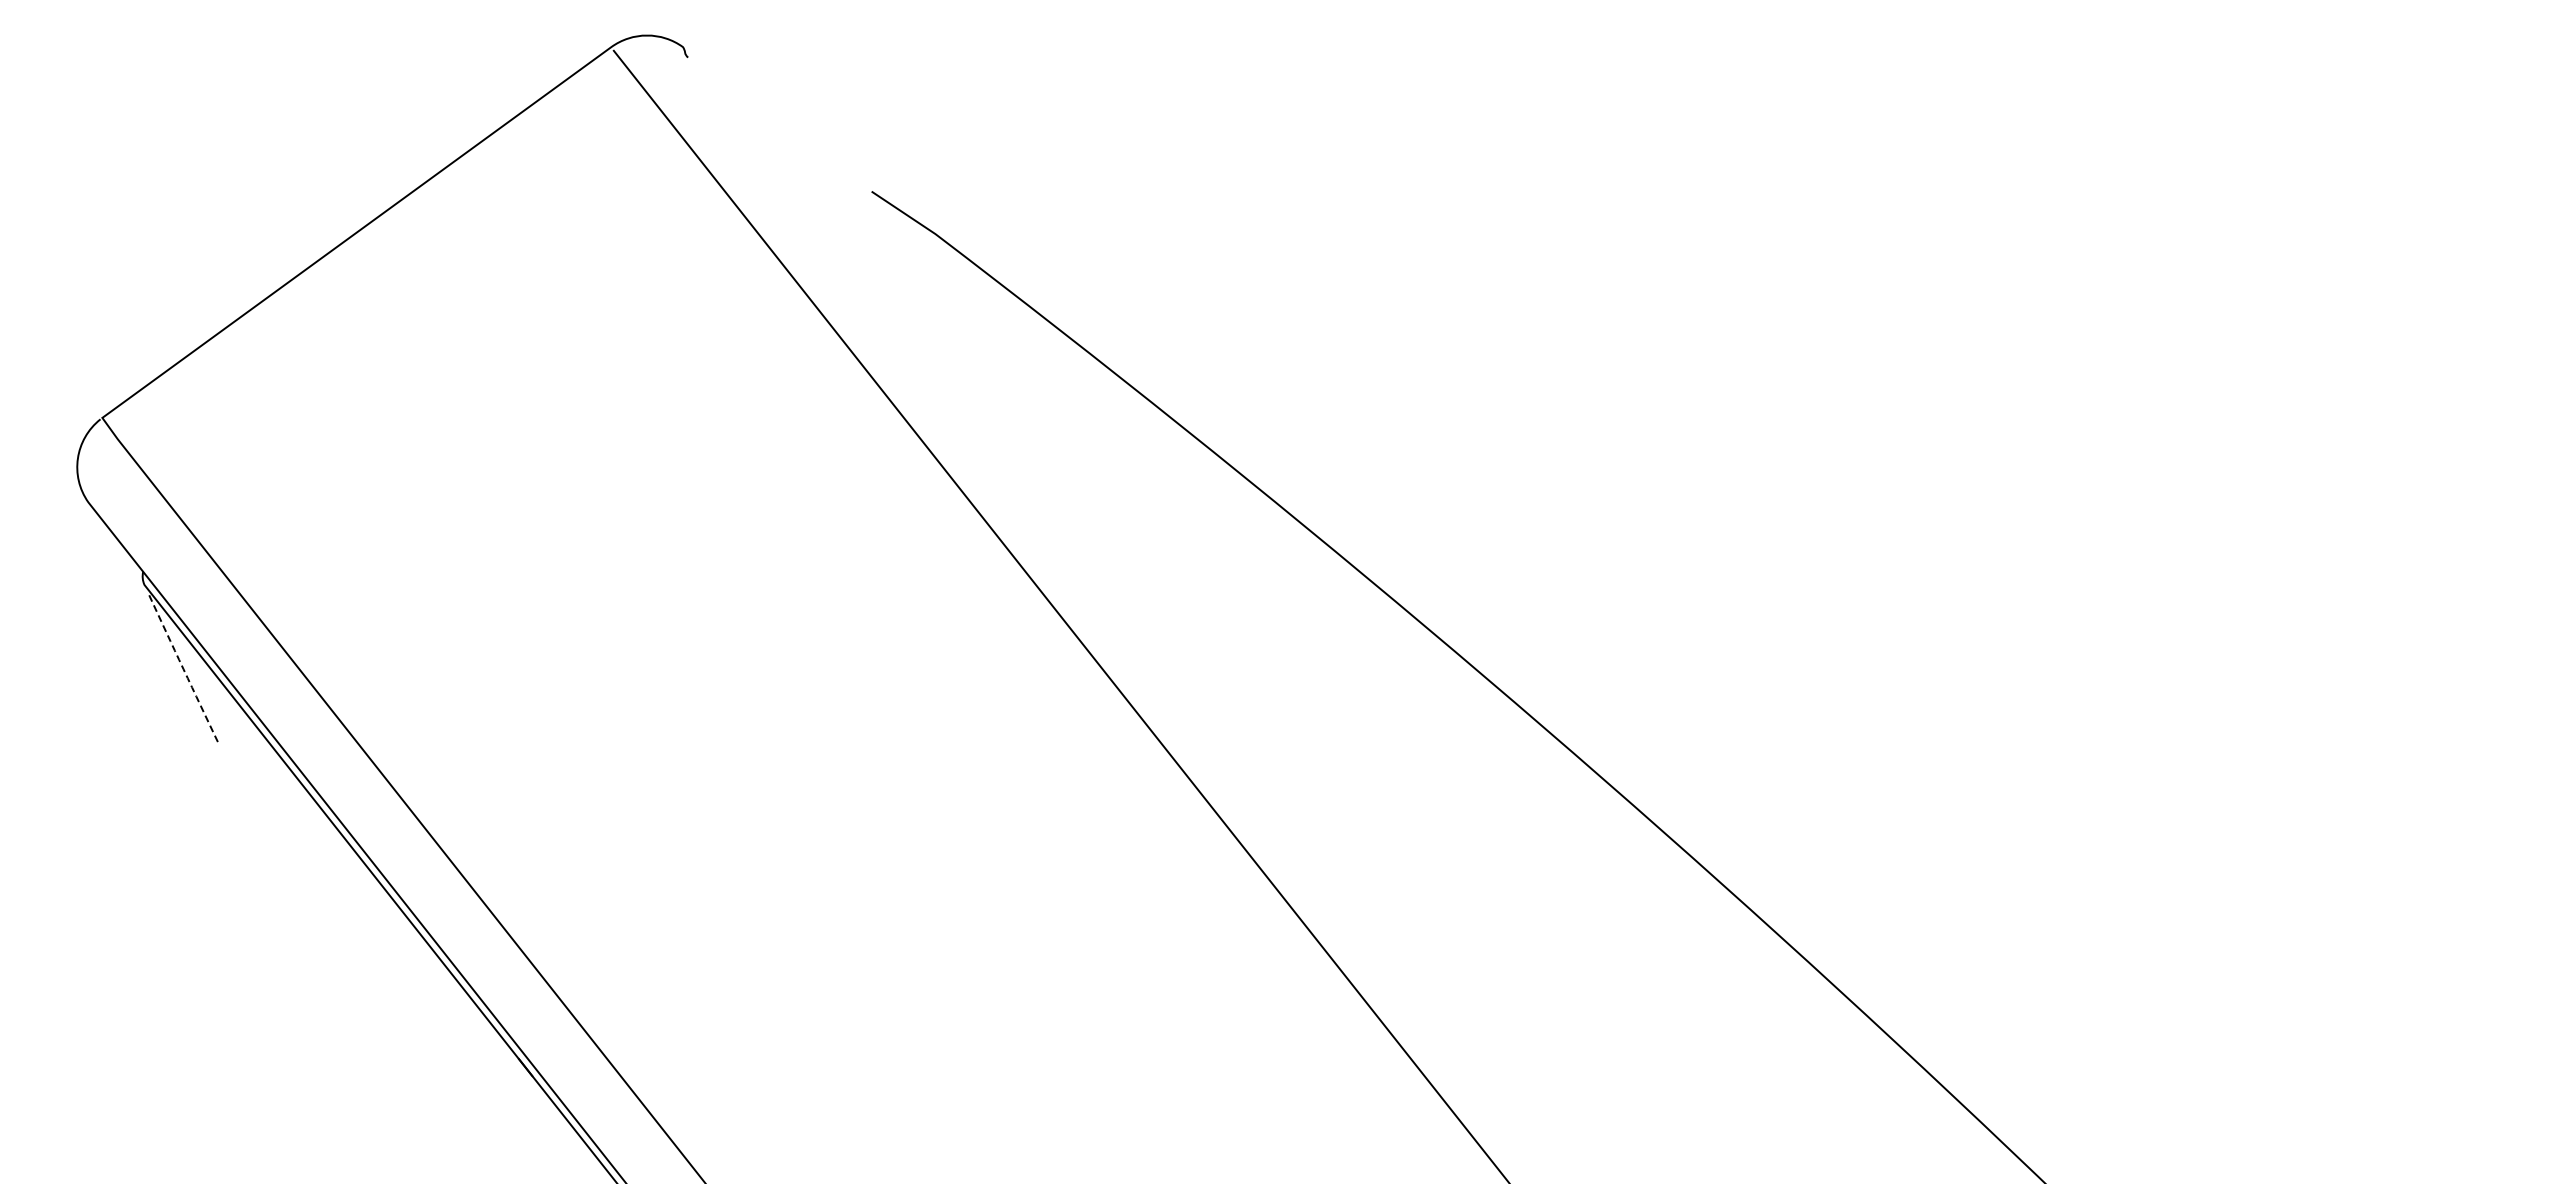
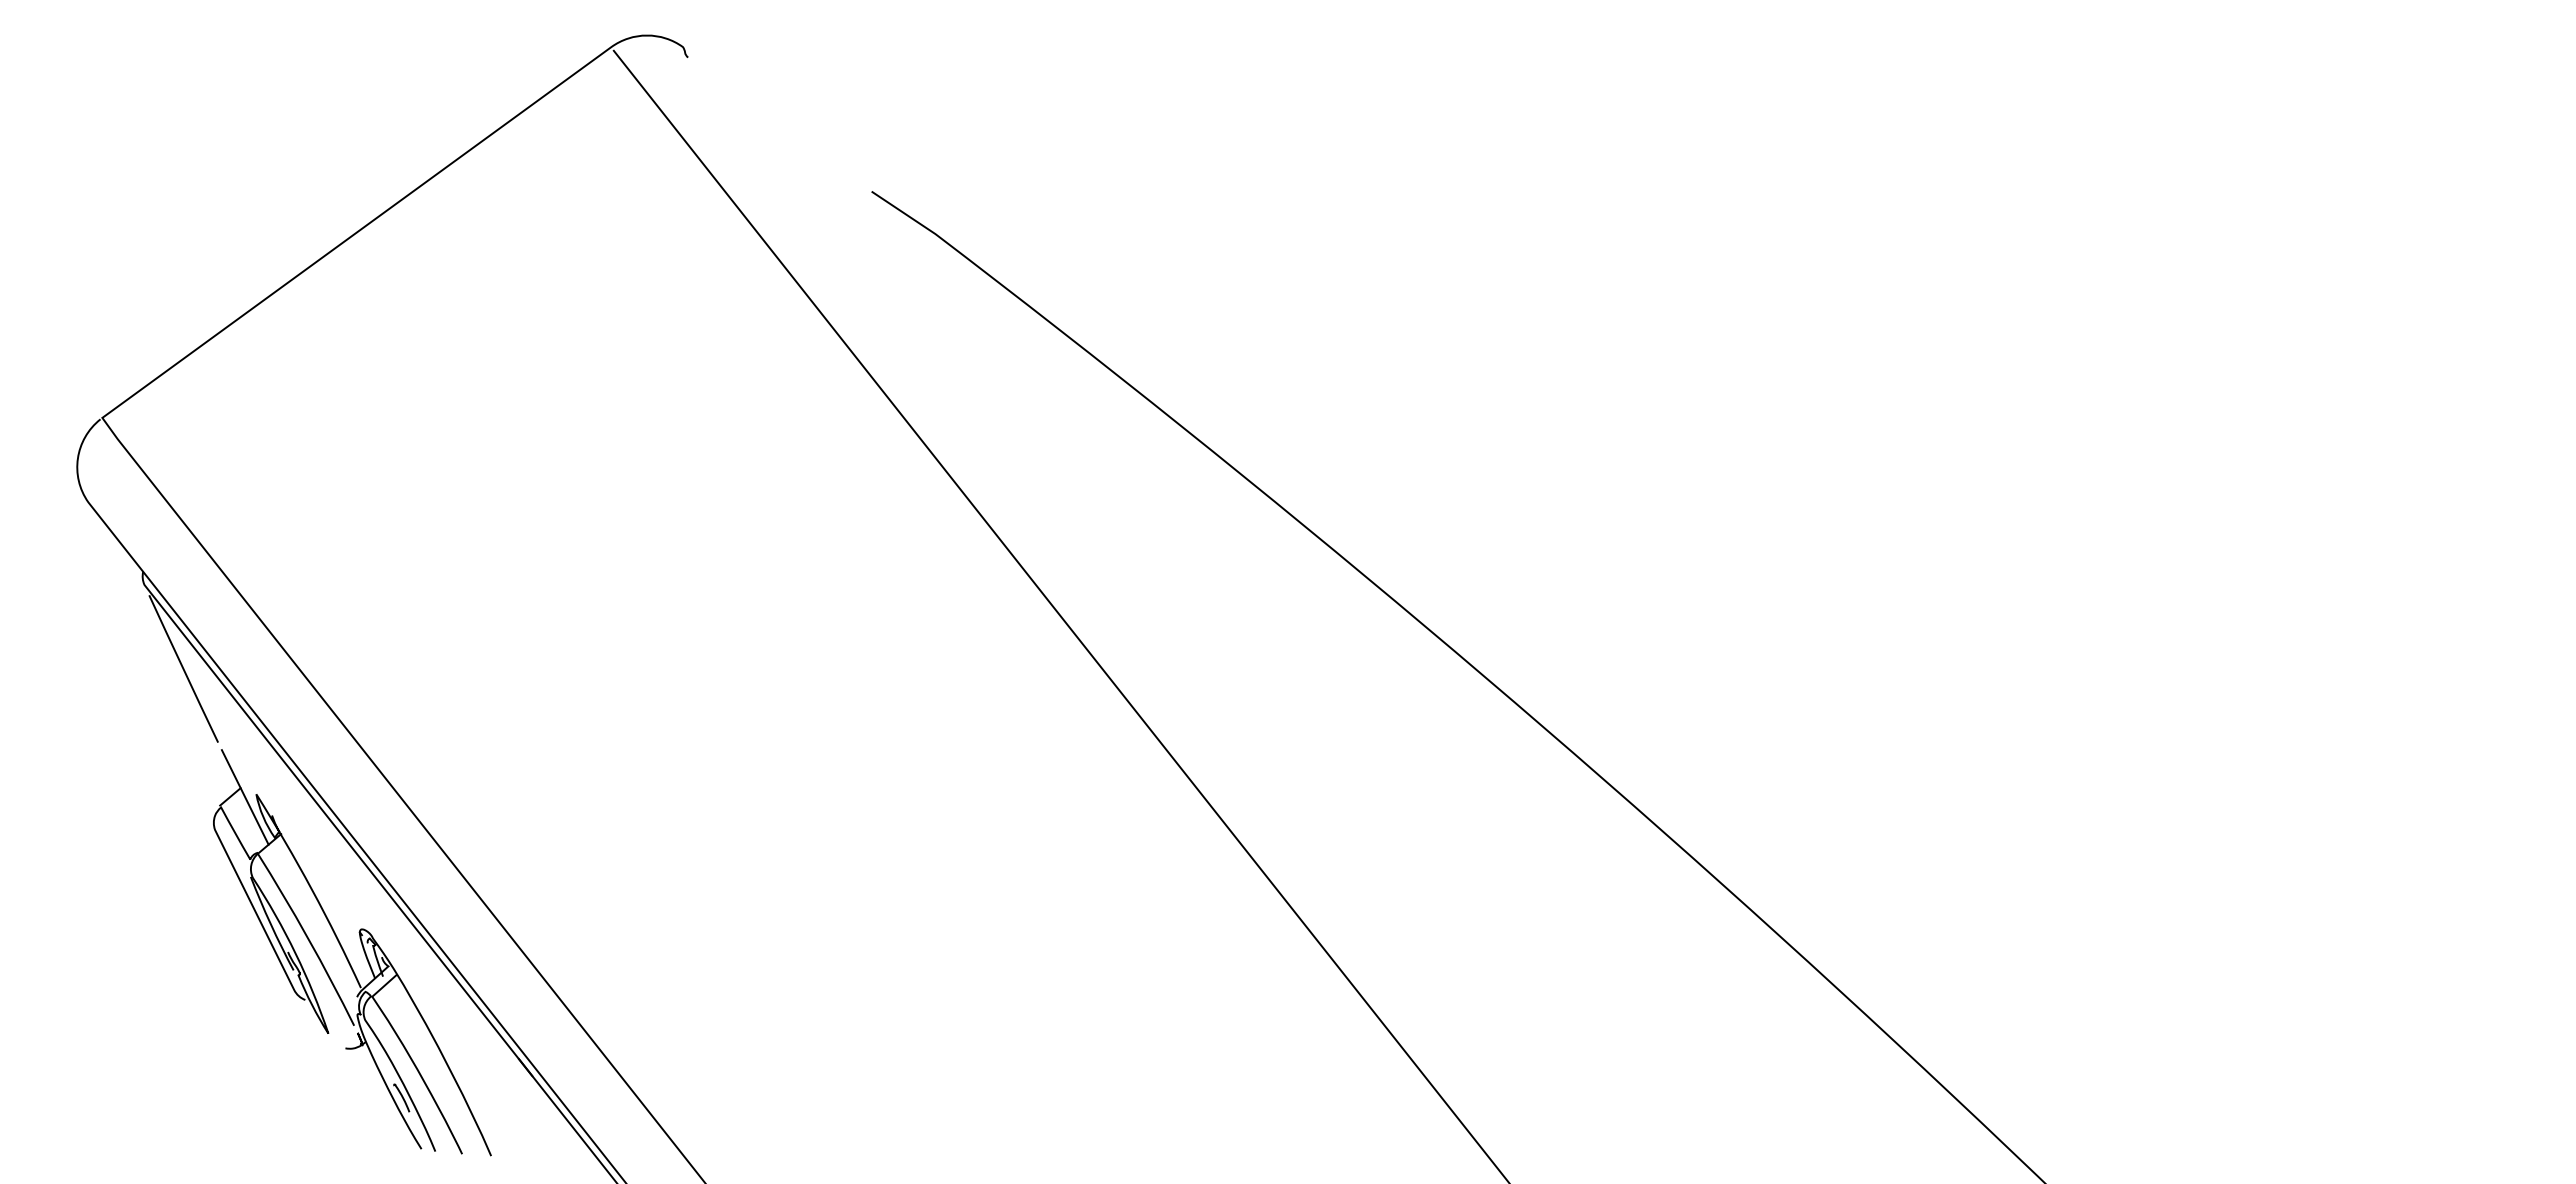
arc at (183, 669): dashed -> solid
part at (346, 954): none -> present
